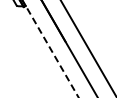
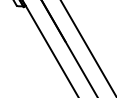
line at (50, 49): dashed -> solid
